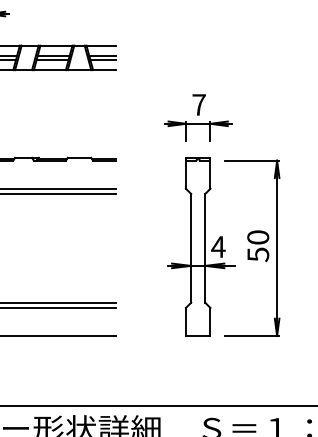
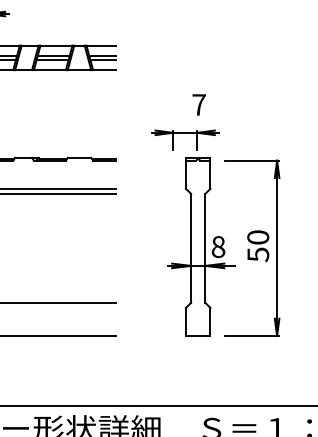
part at (198, 130) position: (198, 130) -> (185, 139)
text at (218, 246): 4 -> 8
line at (58, 307): present -> none
